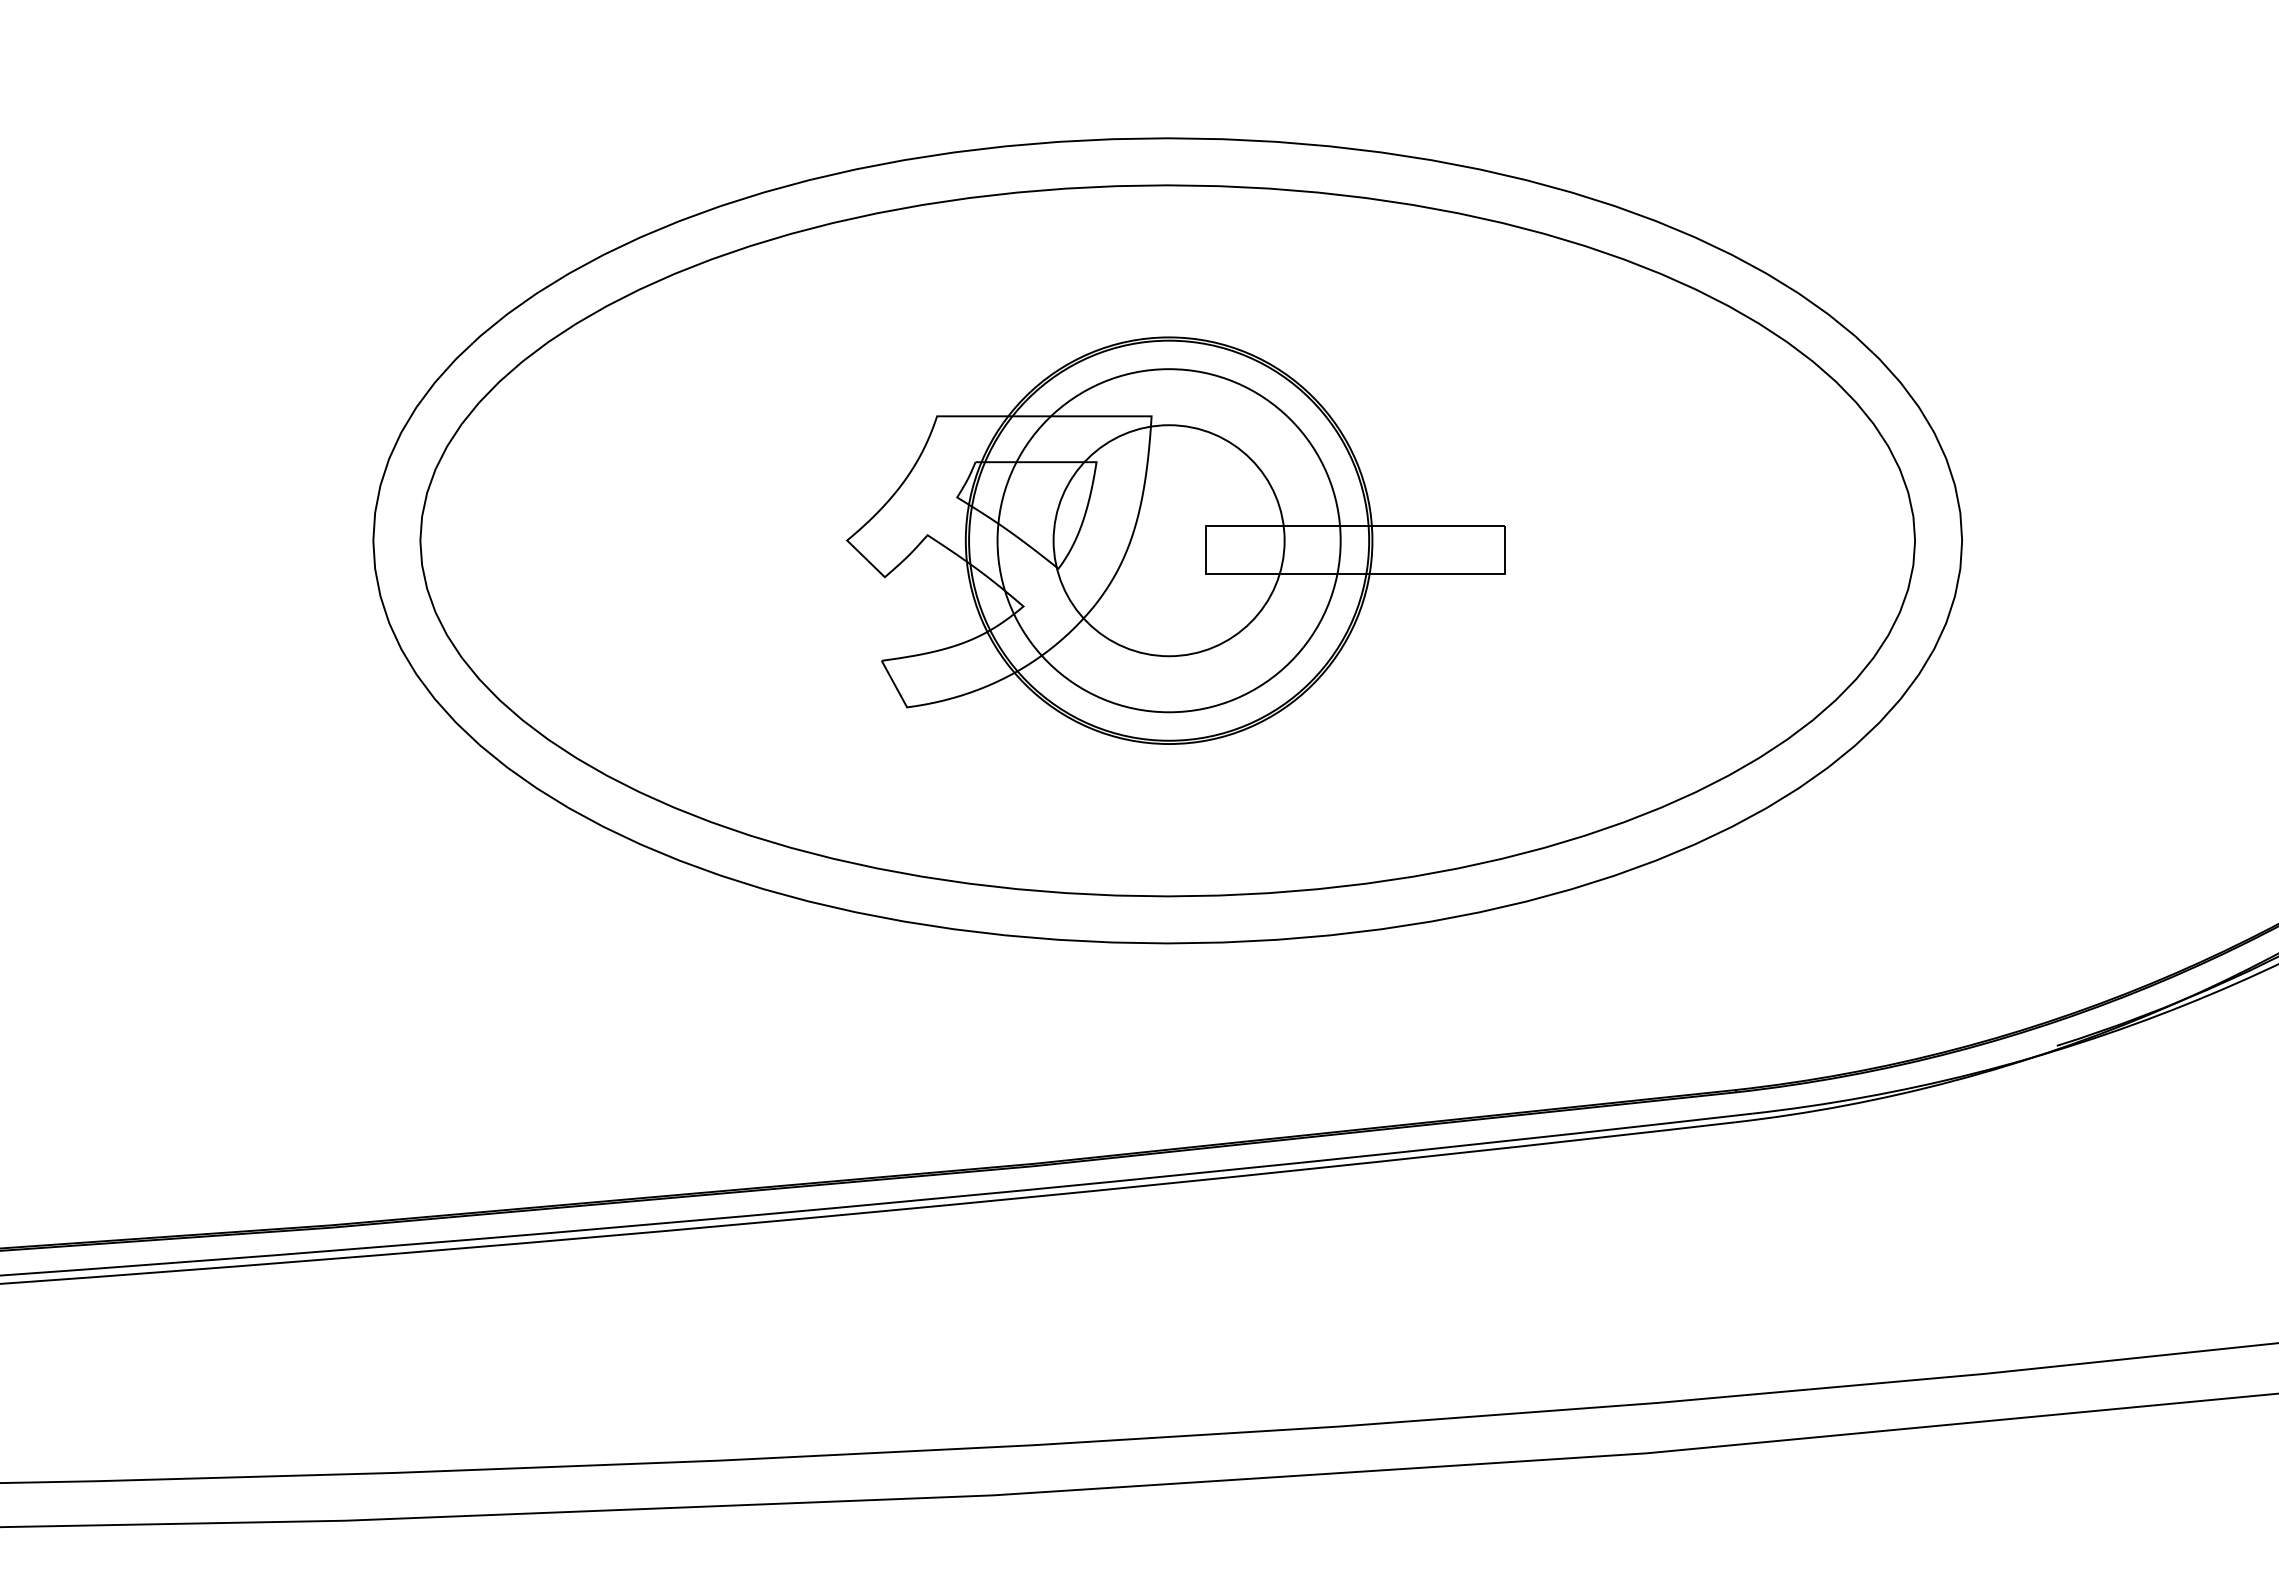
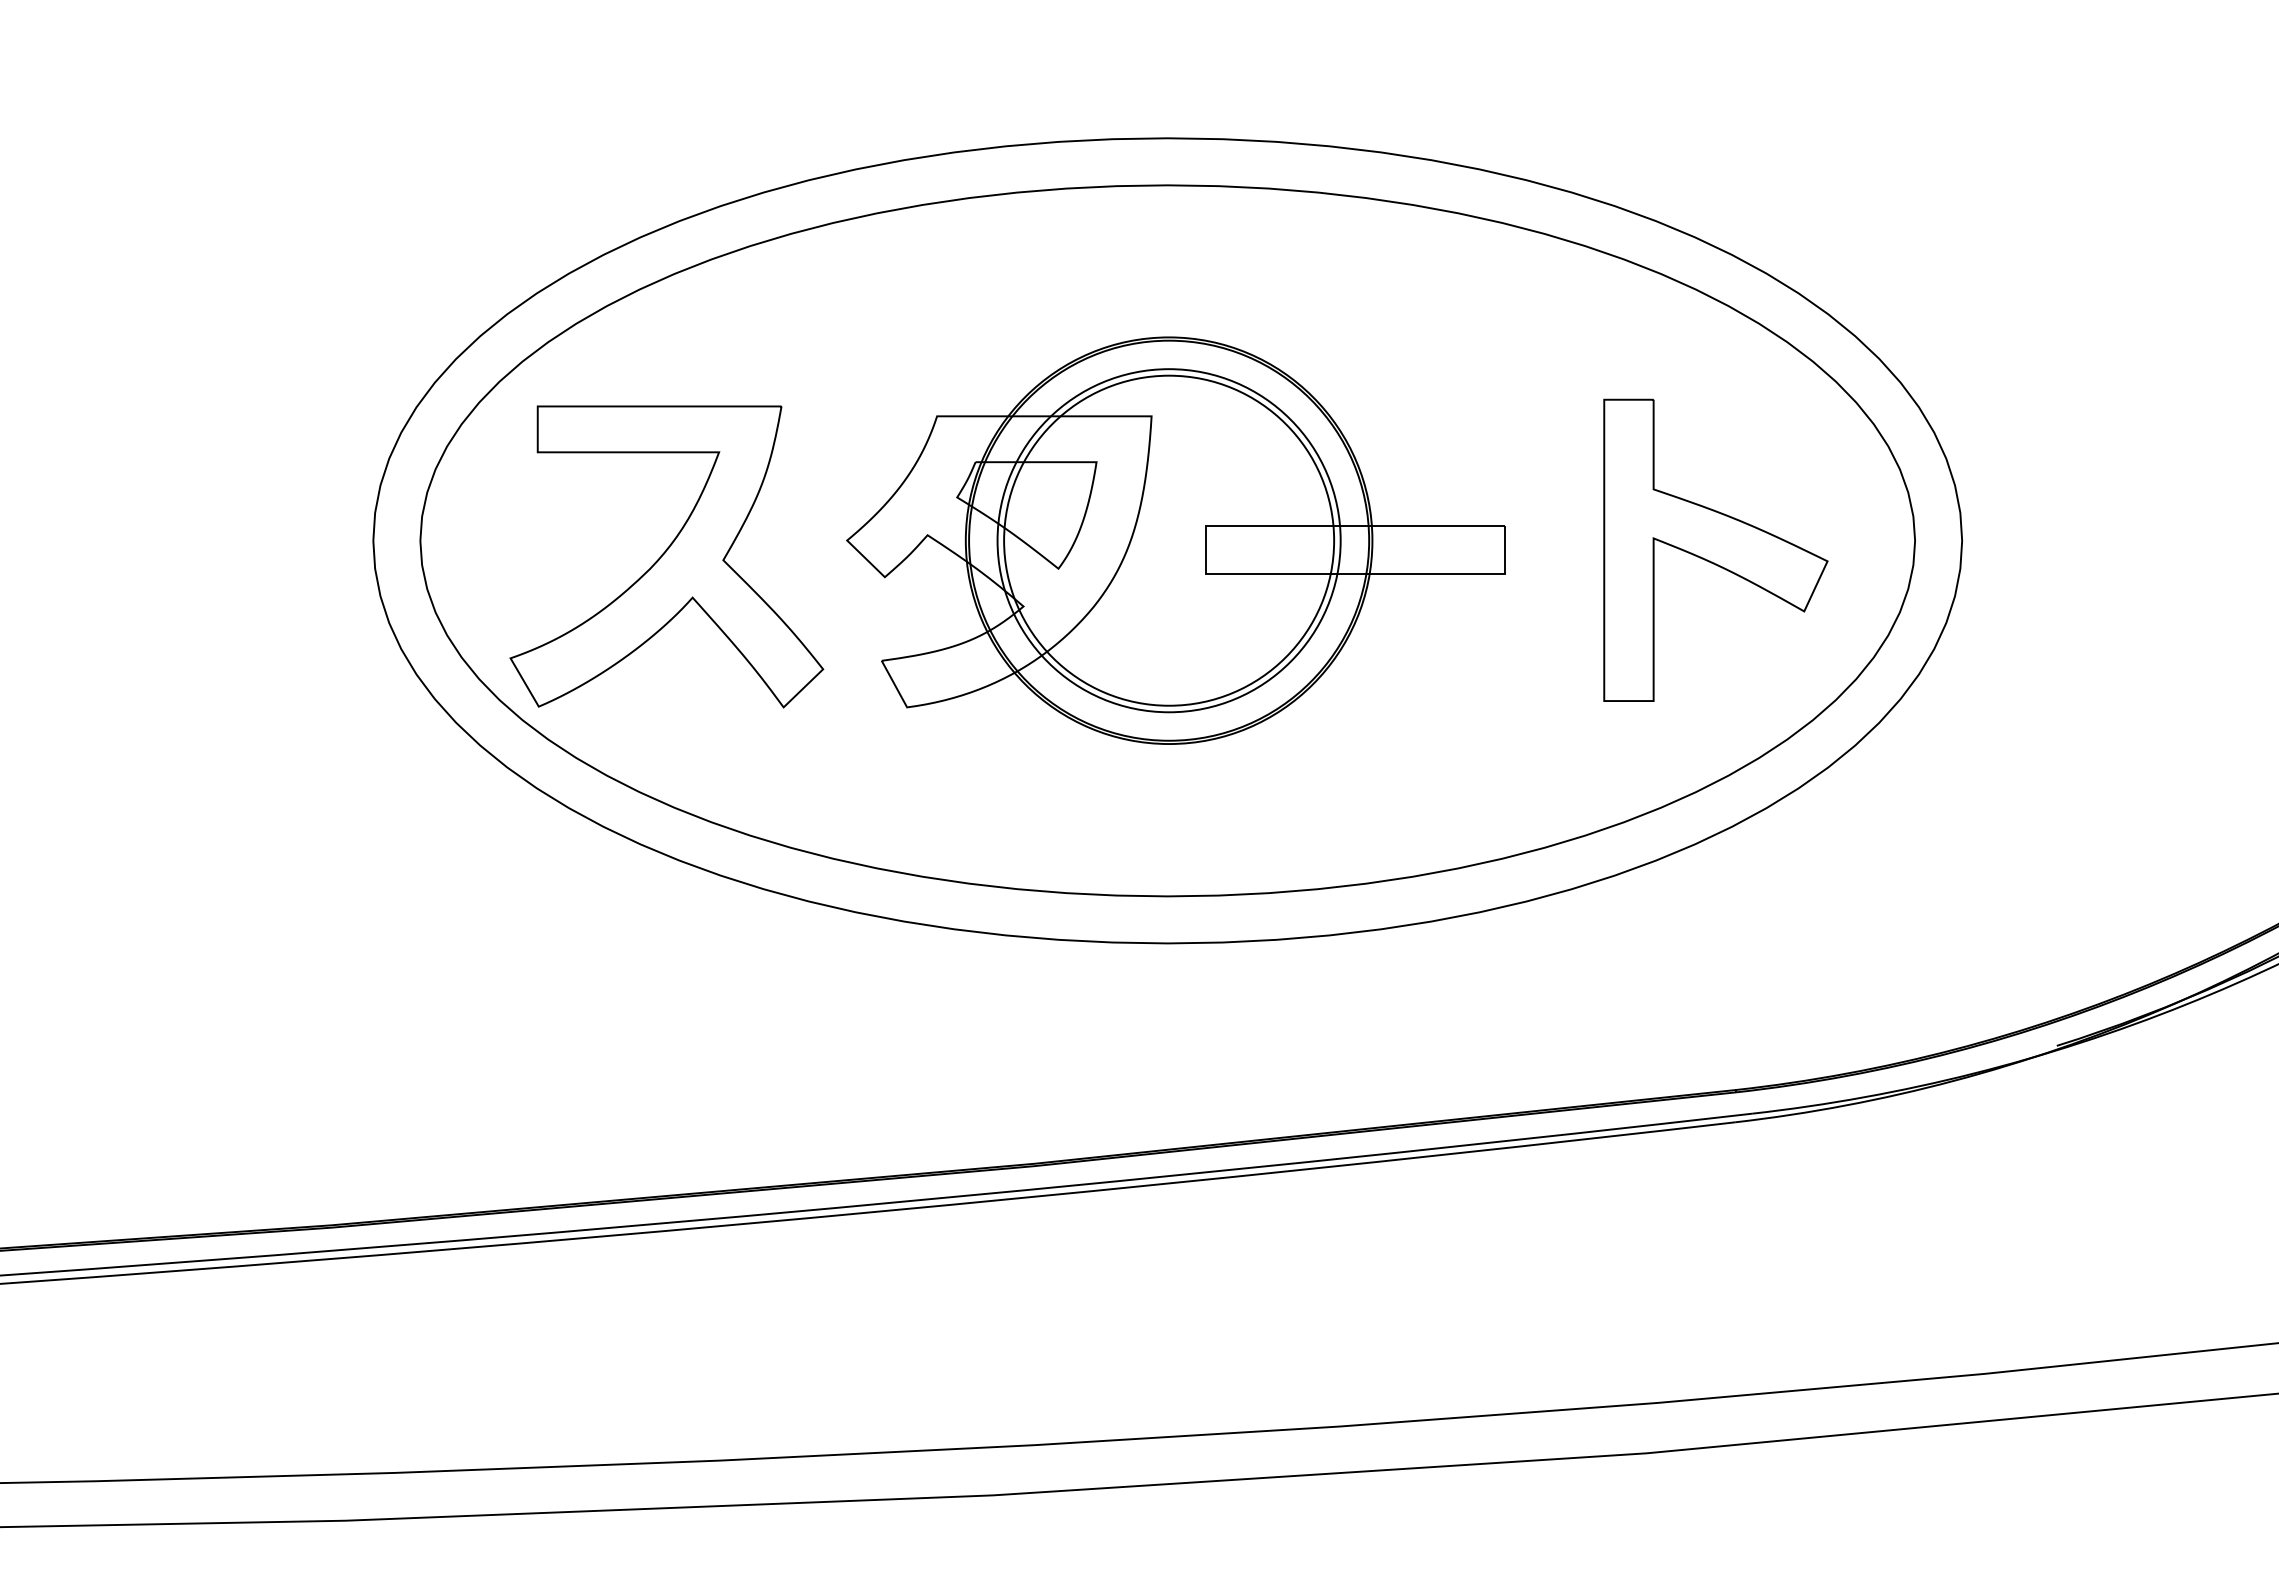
circle at (1168, 540) diameter: 231 px -> 330 px
part at (1715, 549): none -> present
part at (666, 556): none -> present
